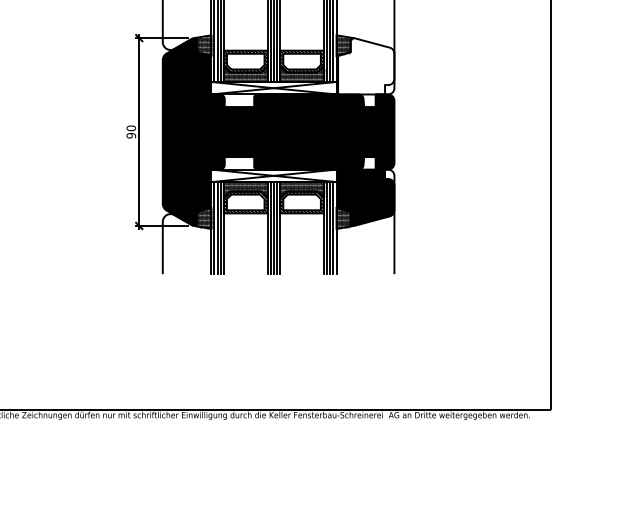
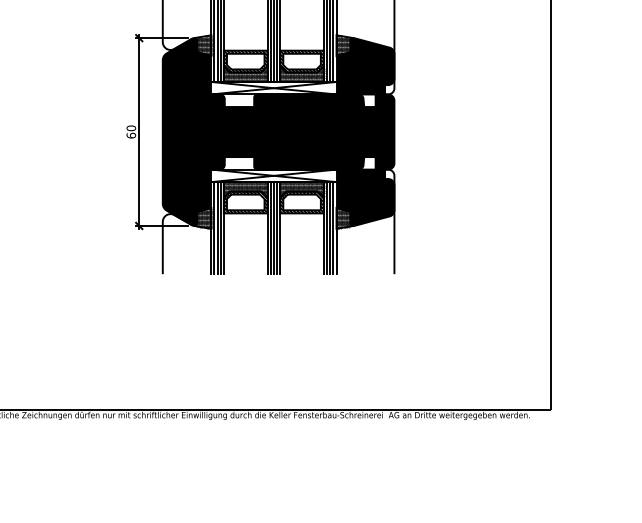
fill at (366, 66): none -> present
text at (131, 135): 90 -> 60
